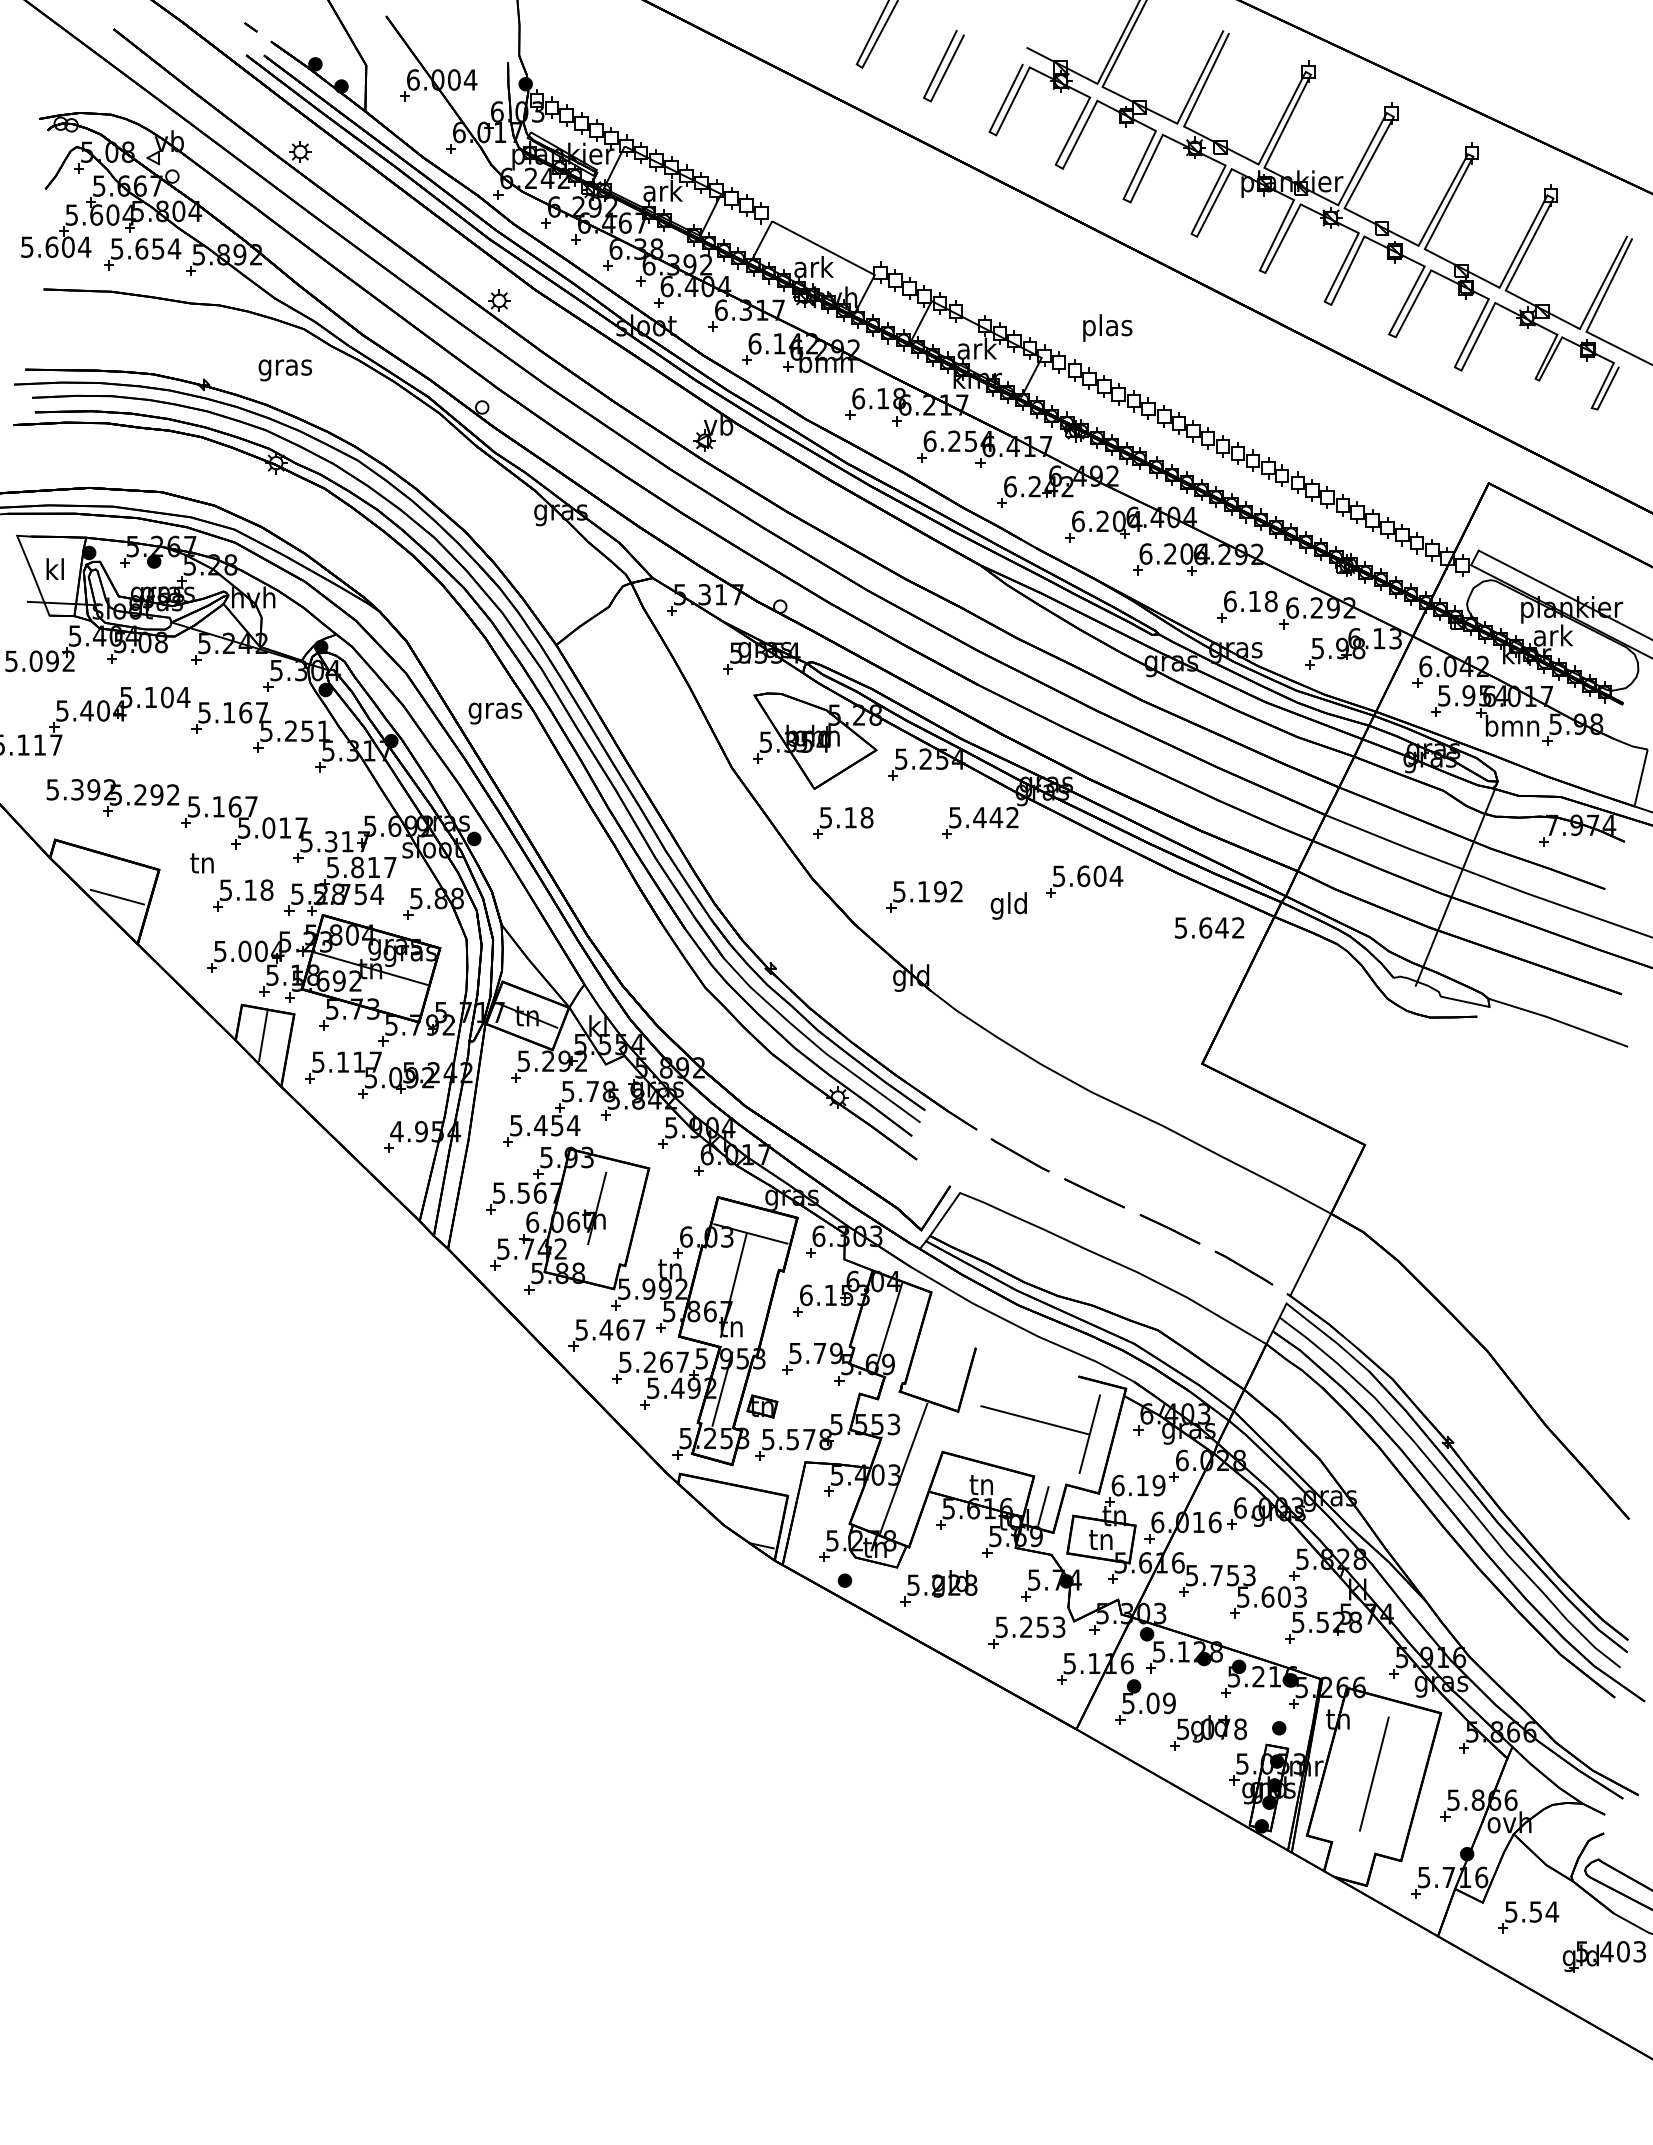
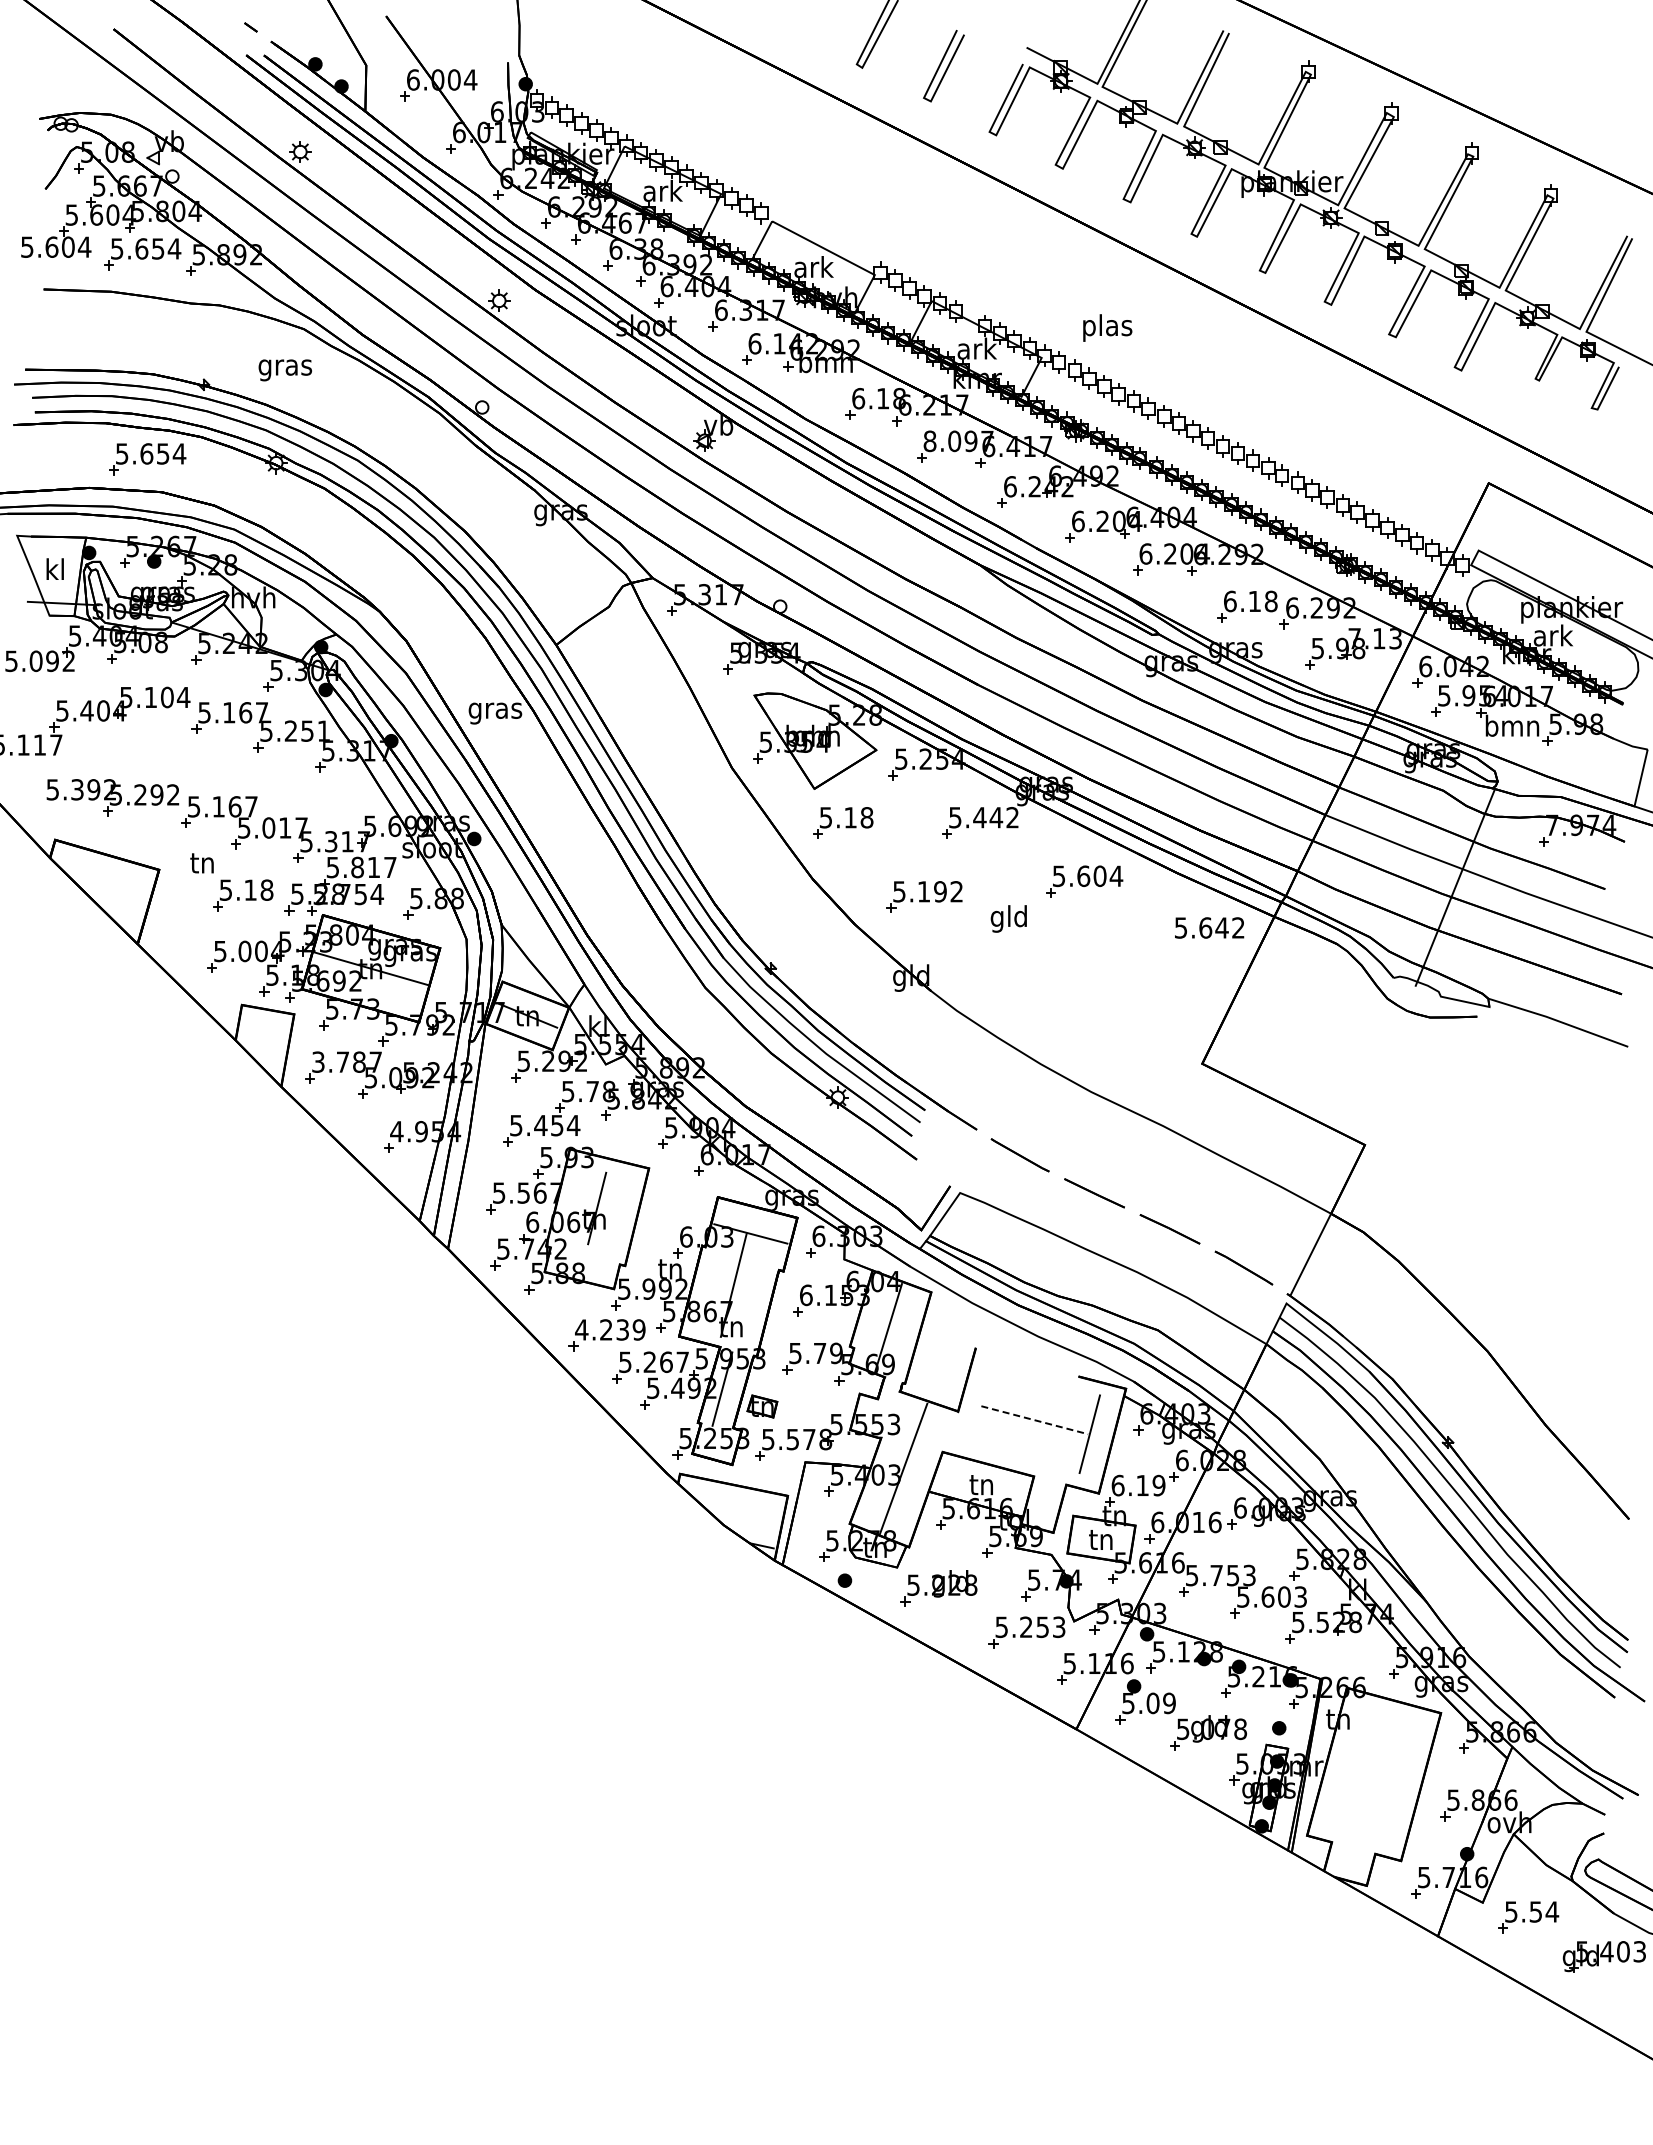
text at (958, 441): 6.254 -> 8.097
part at (147, 459): none -> present
text at (1354, 638): 6.13 -> 7.13
line at (116, 896): present -> none
text at (1008, 905) position: (1008, 905) -> (1008, 918)
line at (263, 1035): present -> none
text at (338, 1061): 5.117 -> 3.787
text at (610, 1329): 5.467 -> 4.239
line at (1035, 1420): solid -> dashed
line at (1043, 1505): present -> none
line at (1374, 1773): present -> none
